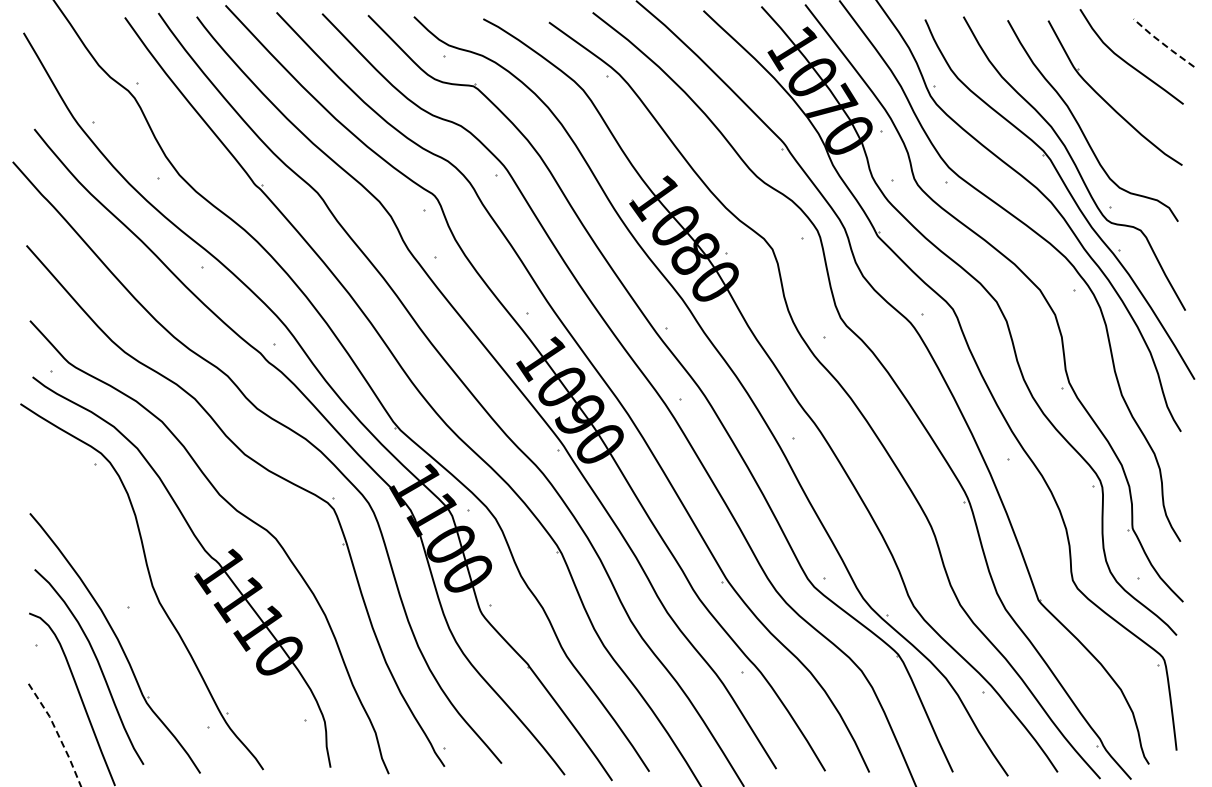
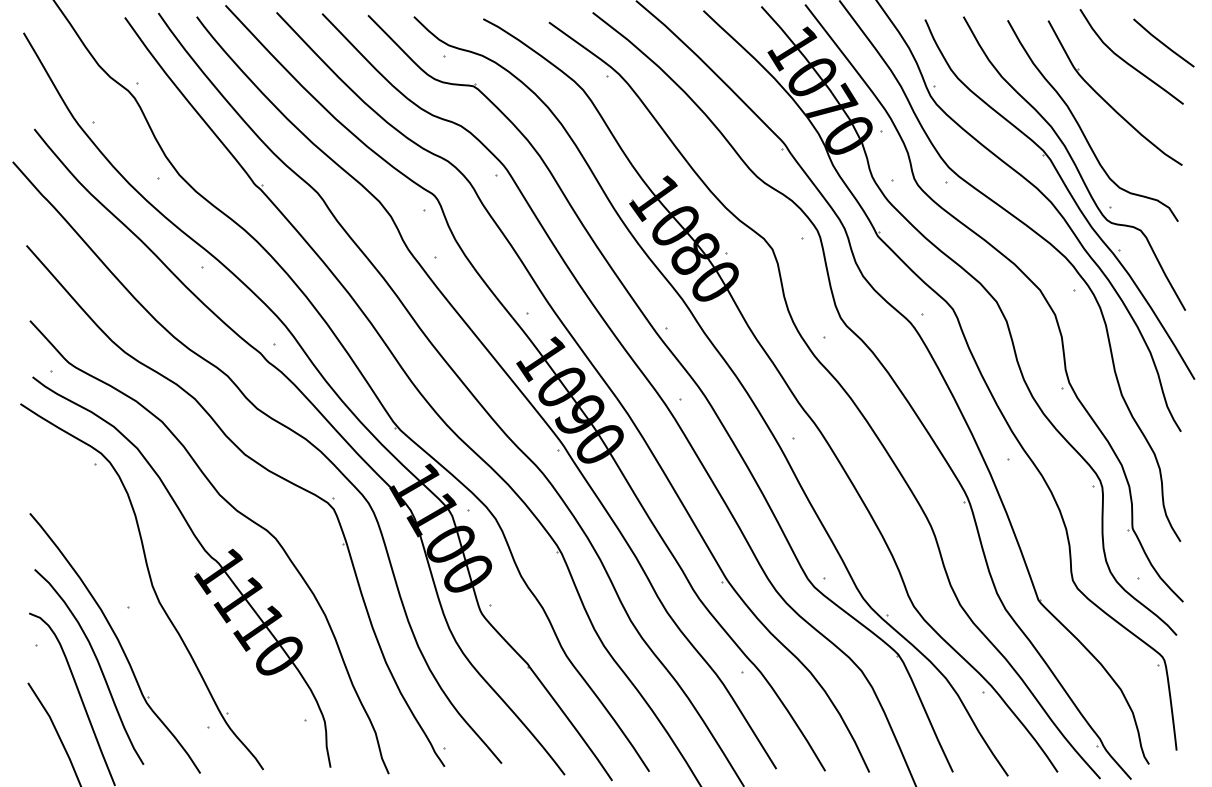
line at (1163, 43): dashed -> solid
line at (57, 733): dashed -> solid
